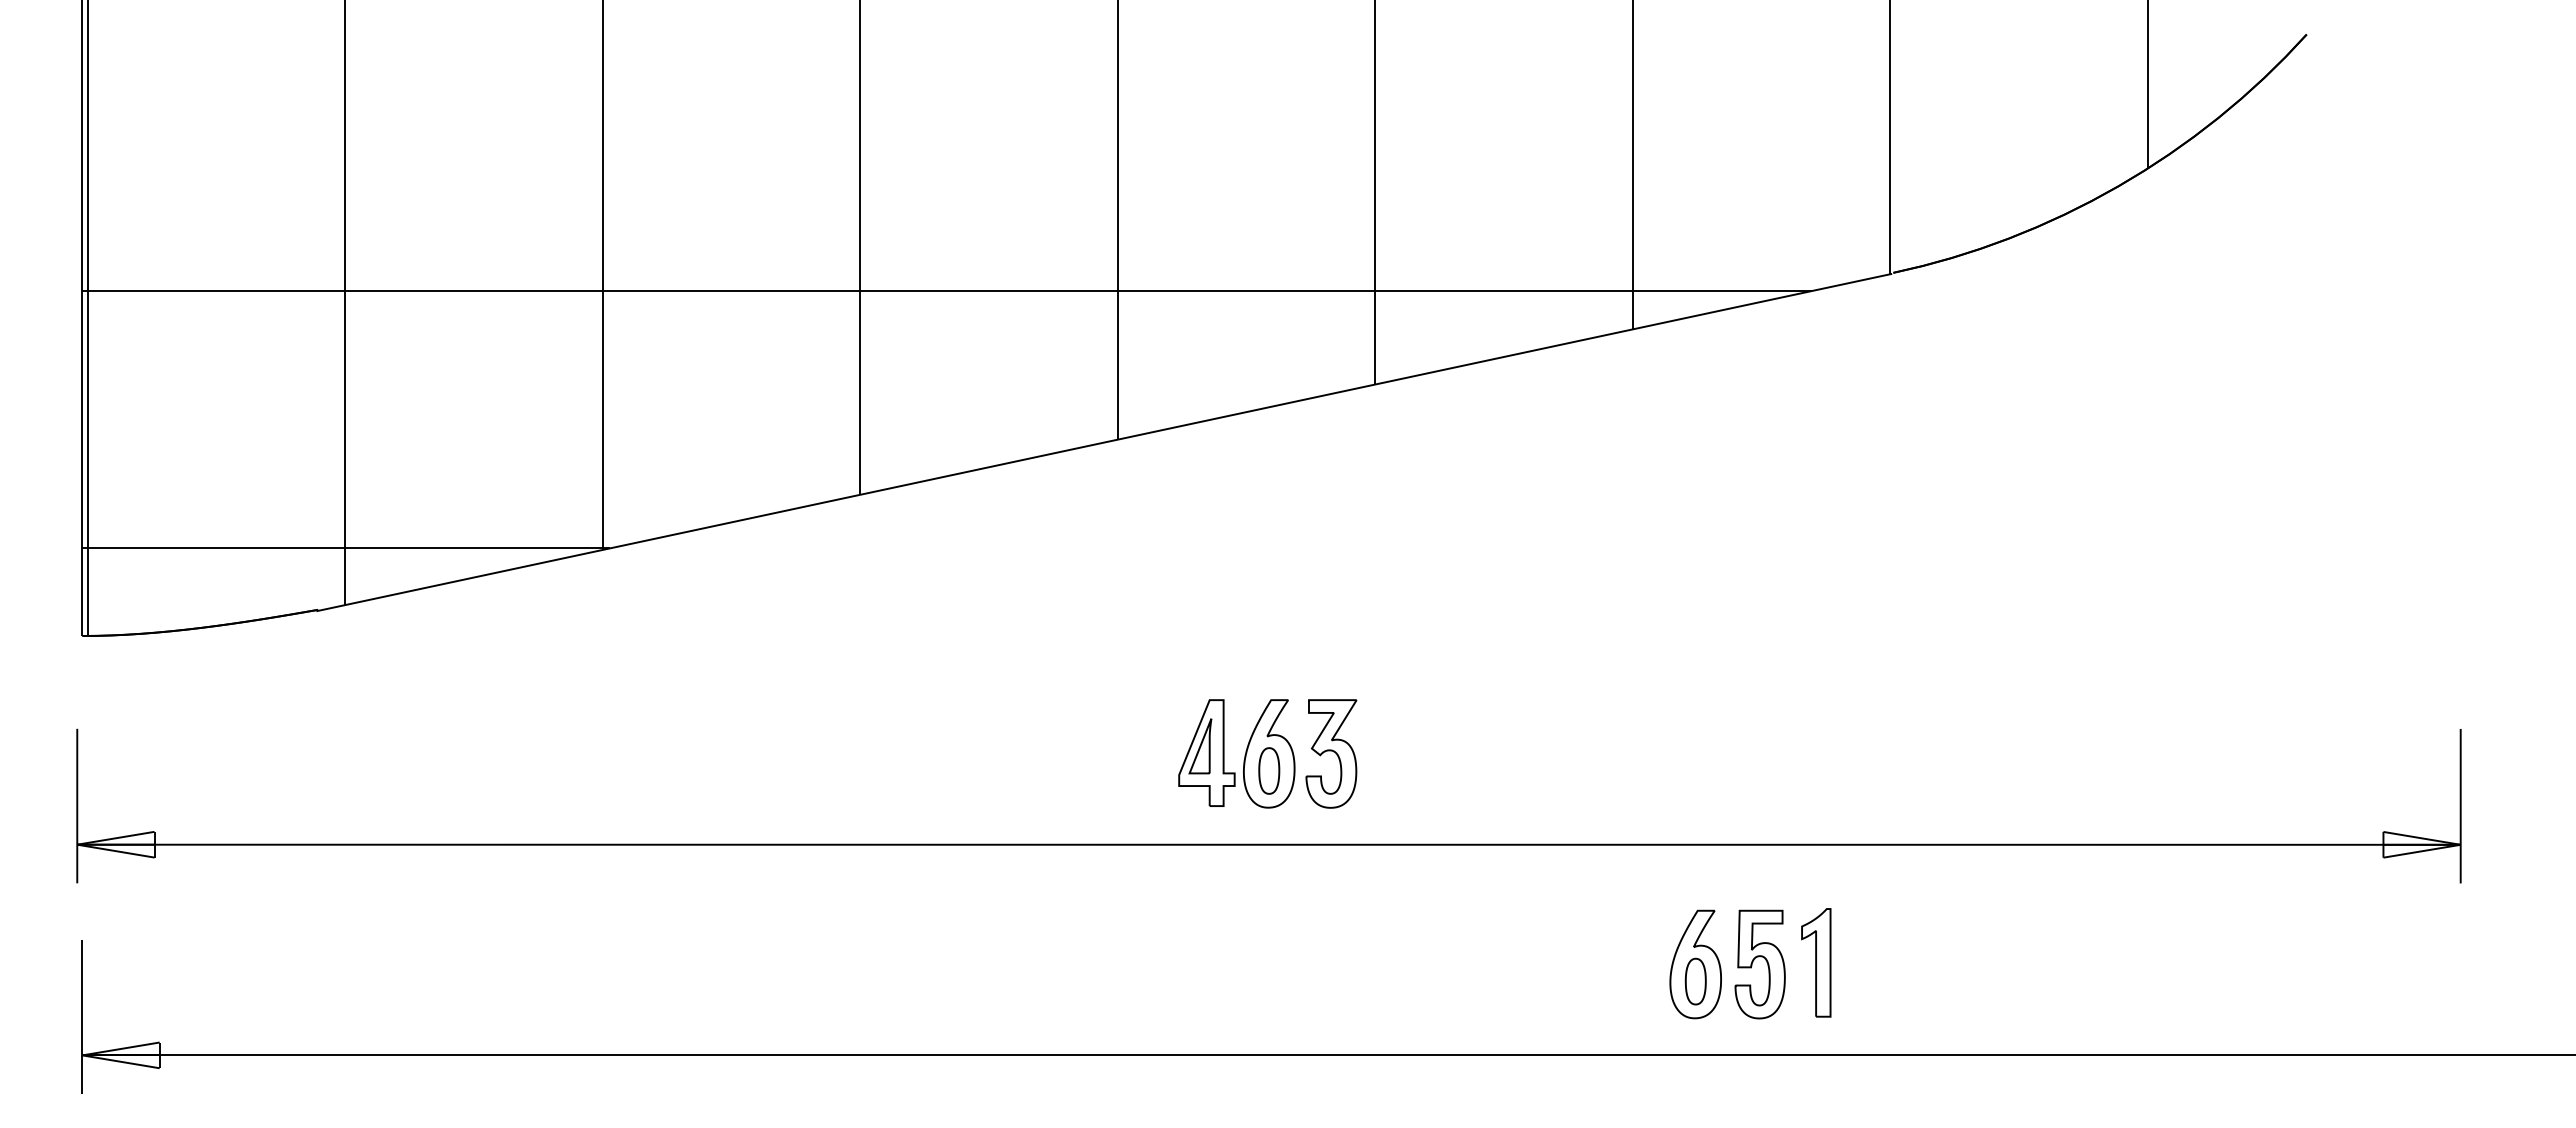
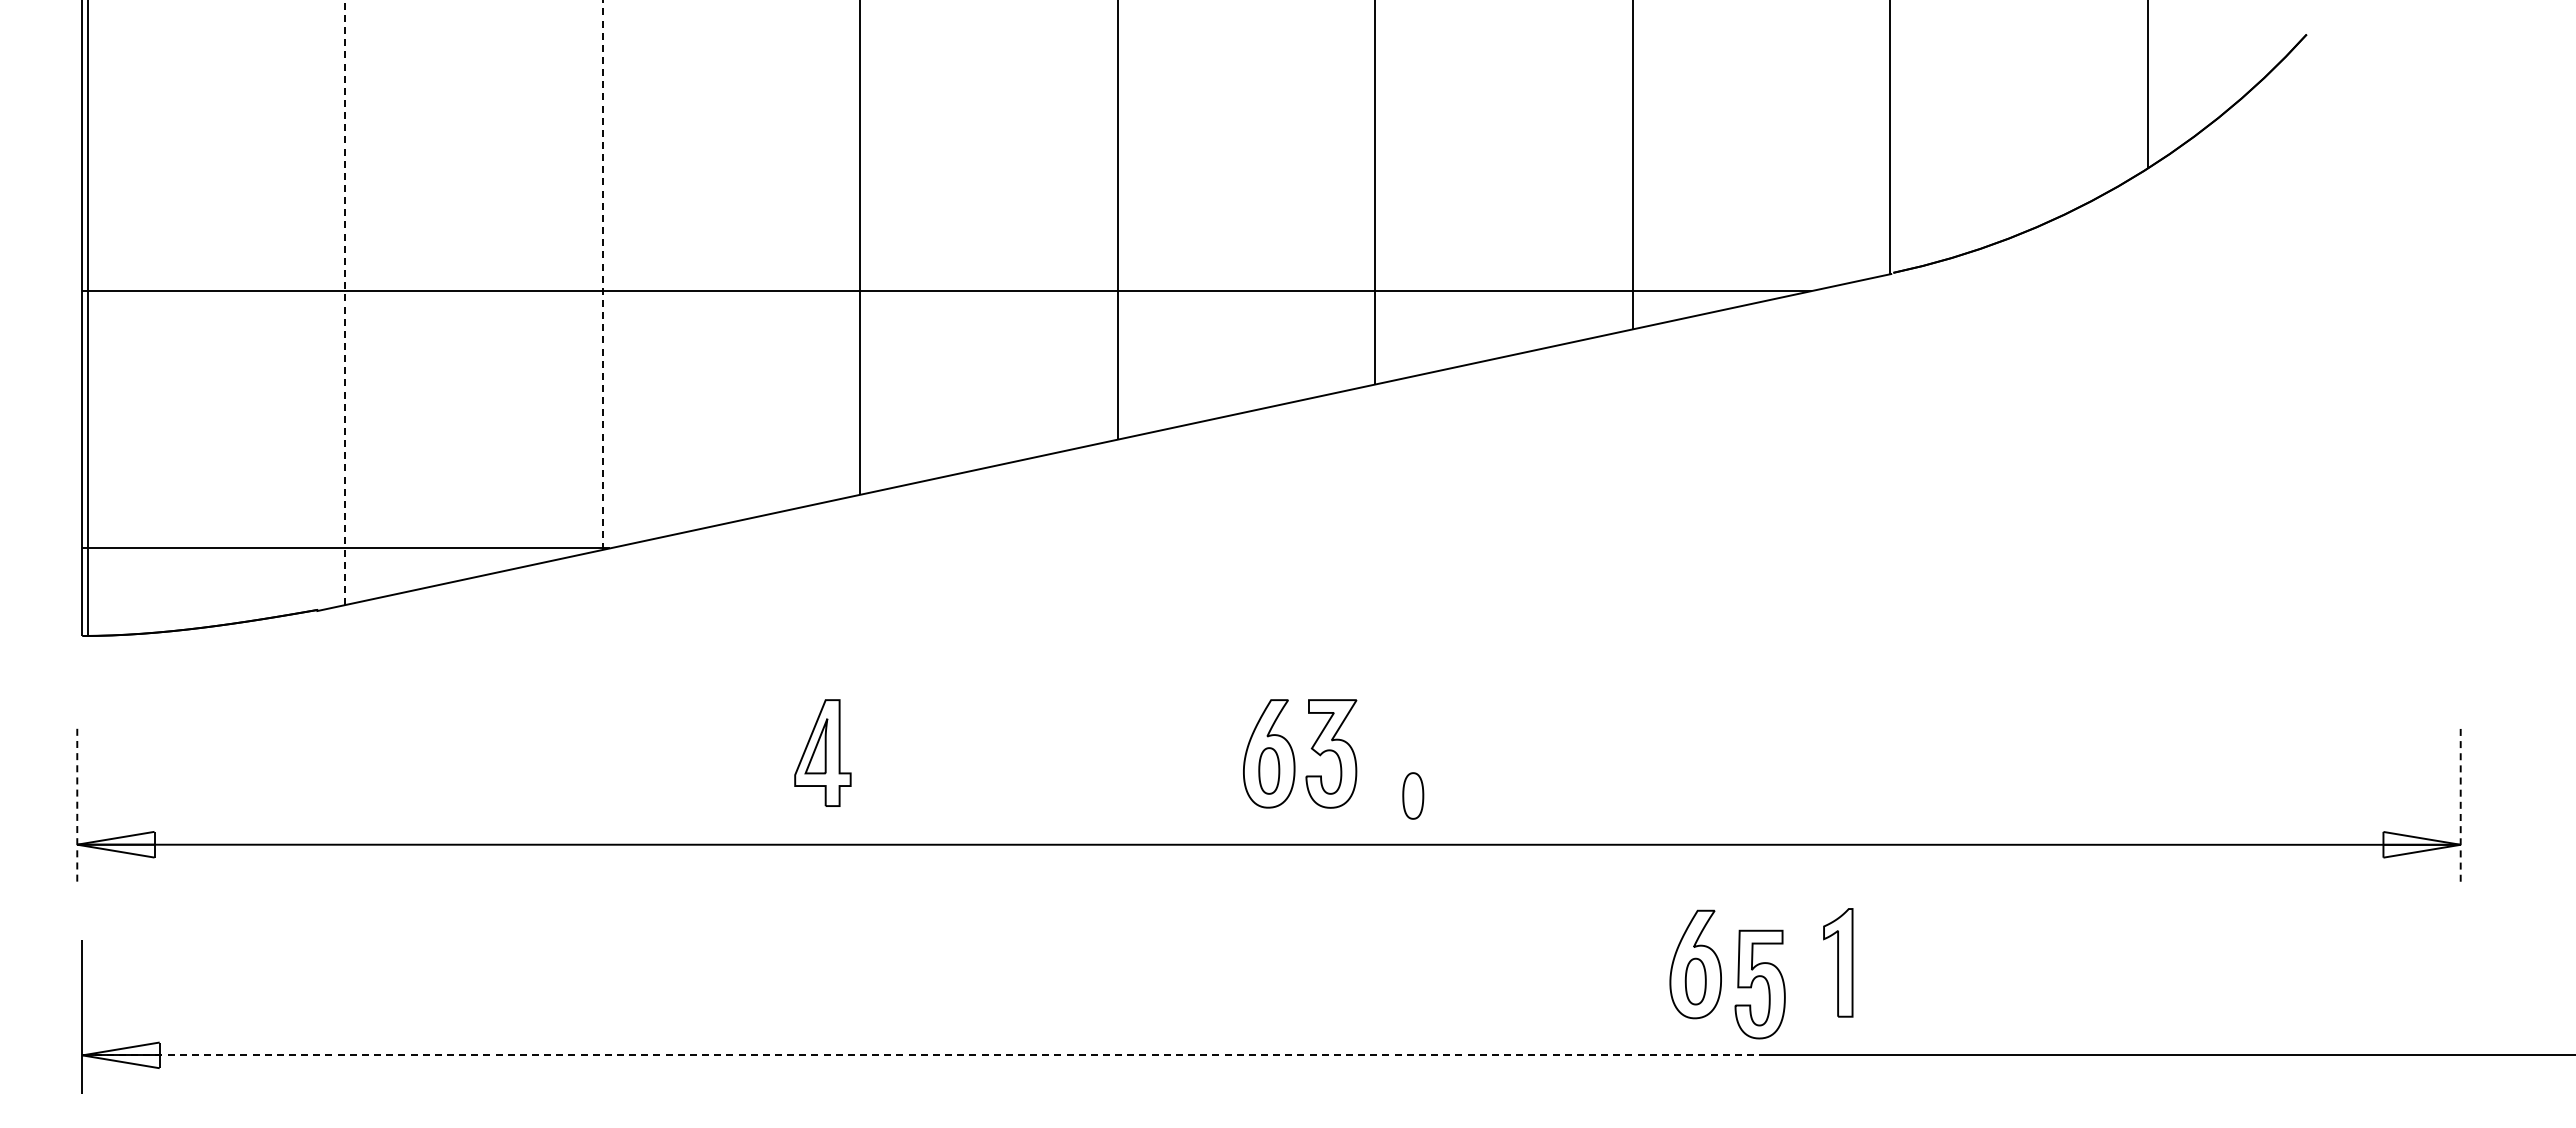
line at (602, 275): solid -> dashed
line at (345, 302): solid -> dashed
part at (1206, 752) position: (1206, 752) -> (822, 752)
part at (1413, 795): none -> present
line at (77, 806): solid -> dashed
line at (2460, 806): solid -> dashed
part at (1753, 962) position: (1753, 962) -> (1753, 982)
part at (1816, 962) position: (1816, 962) -> (1838, 962)
line at (921, 1055): solid -> dashed
